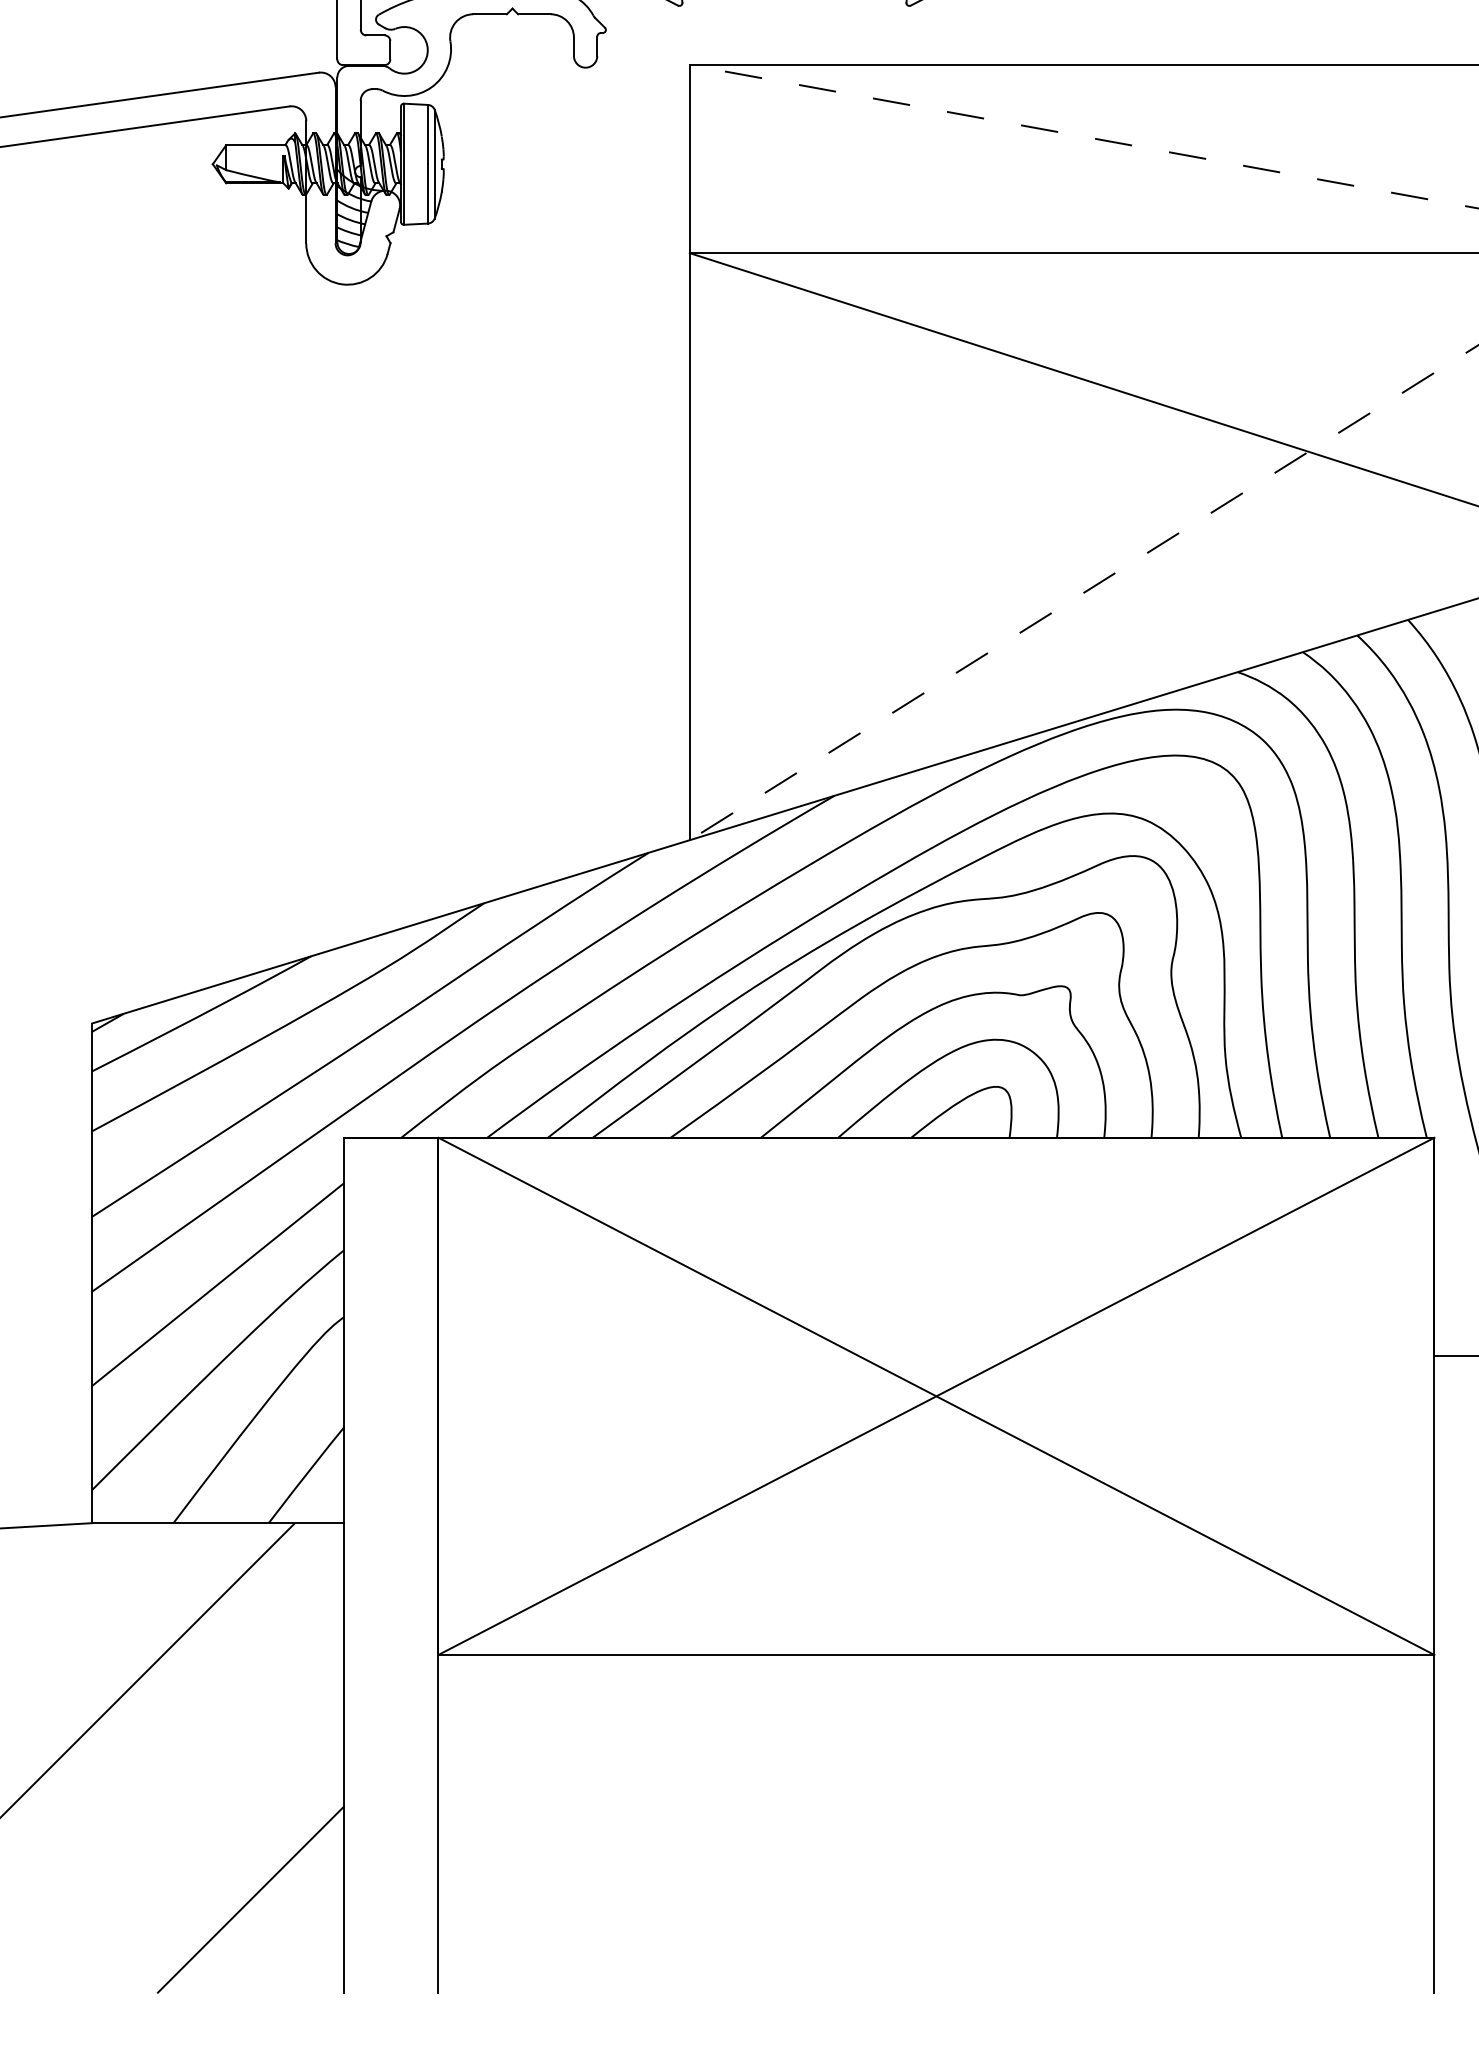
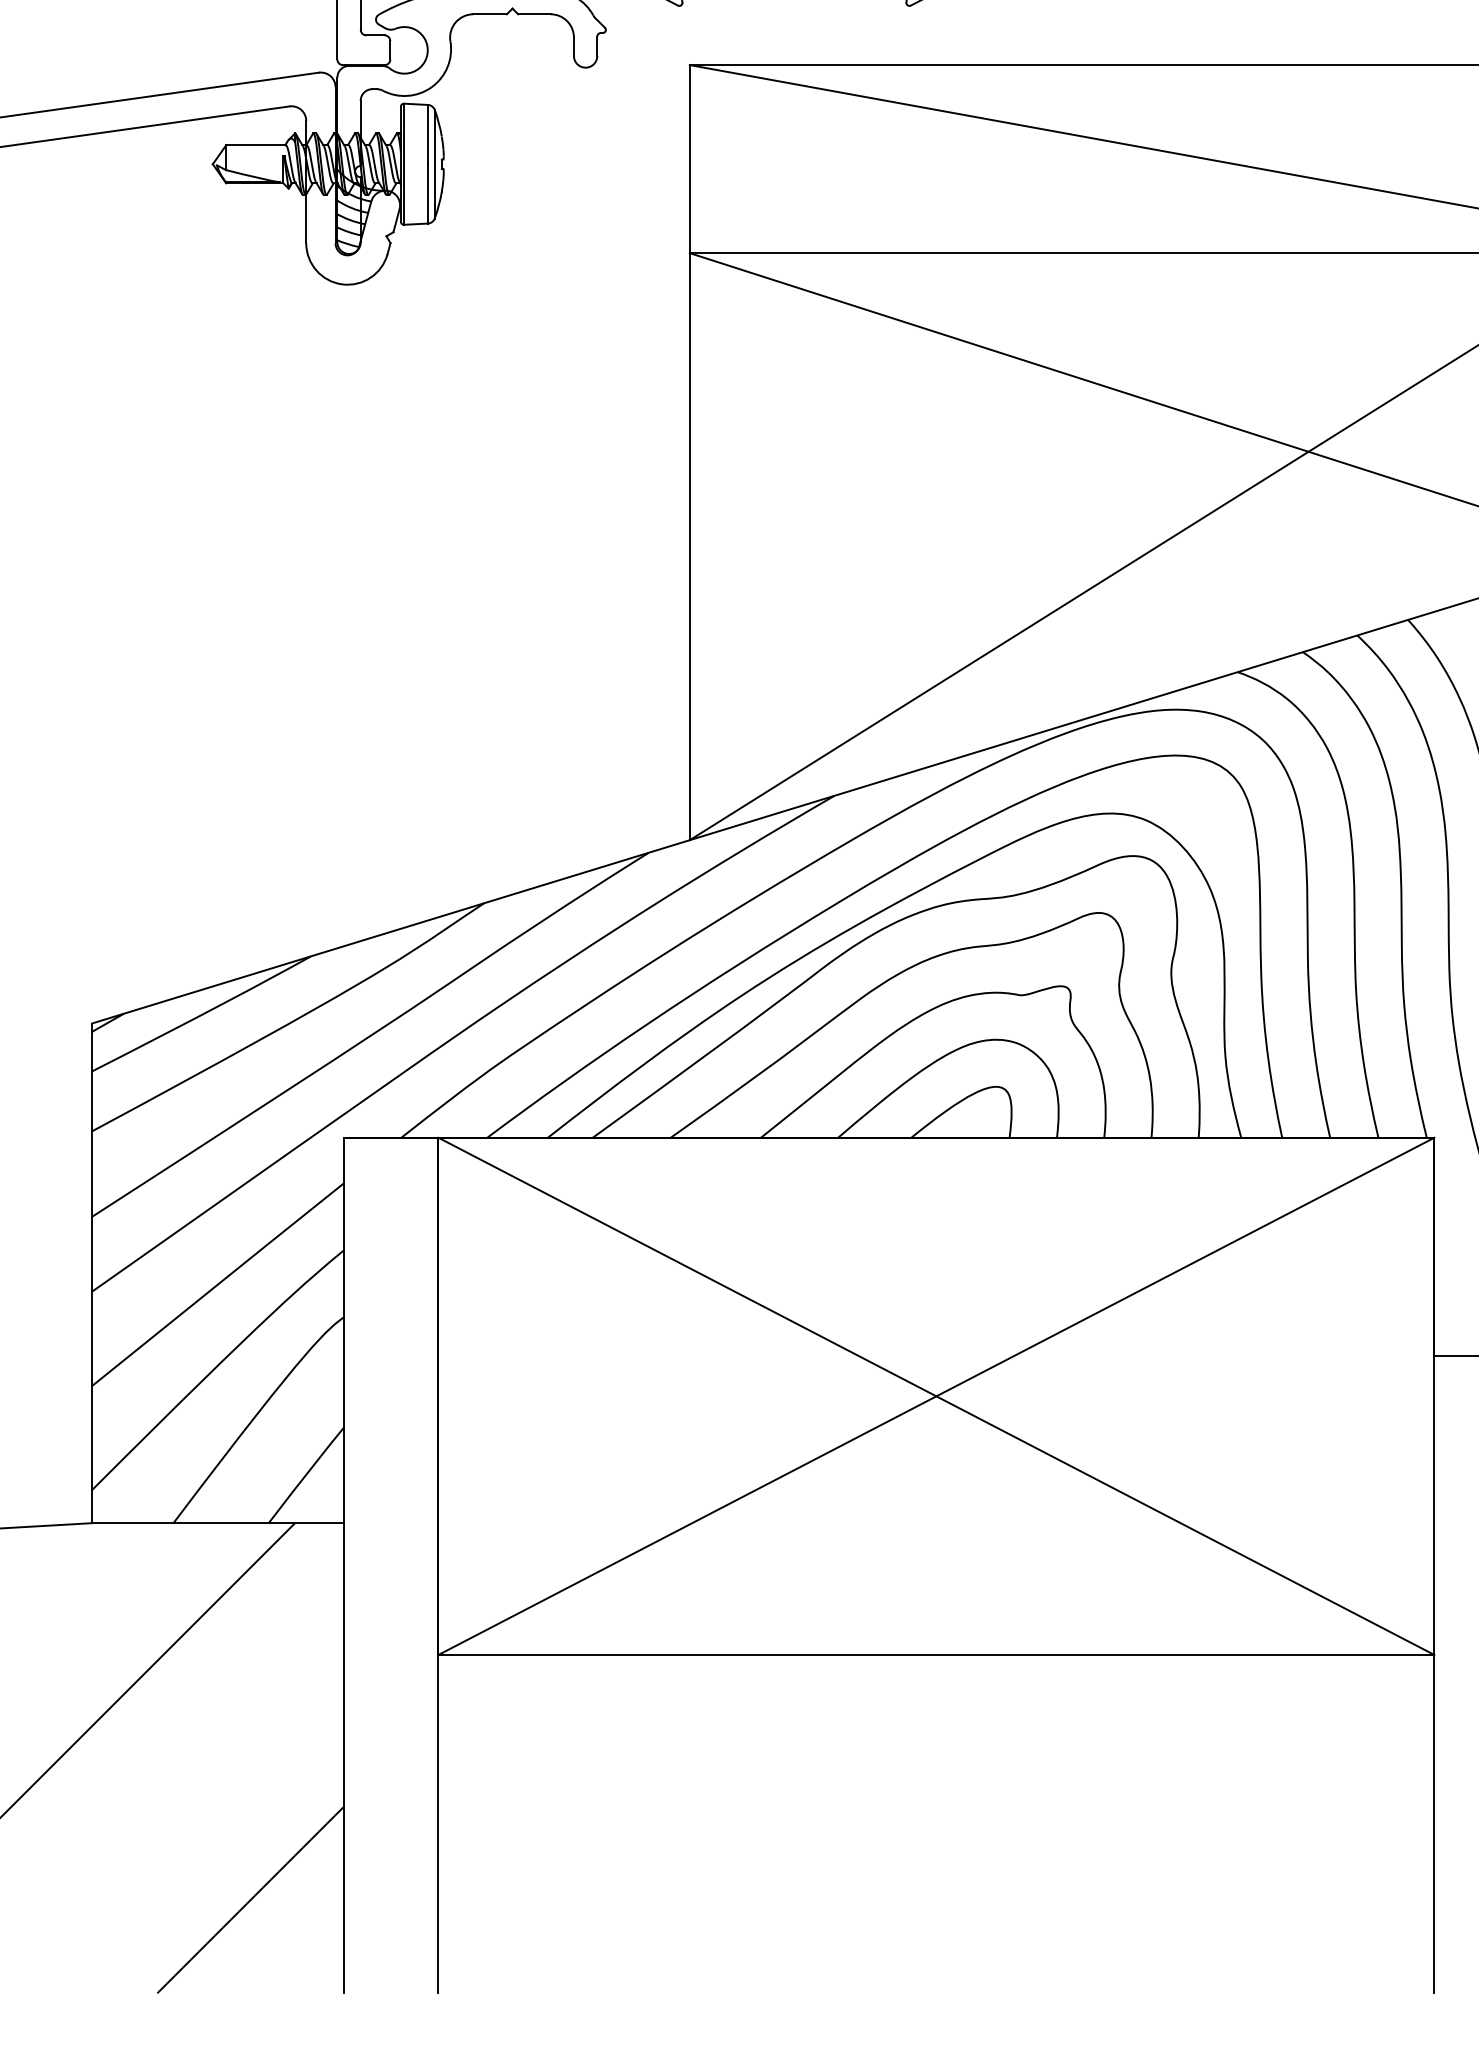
line at (1084, 136): dashed -> solid
line at (1084, 592): dashed -> solid
